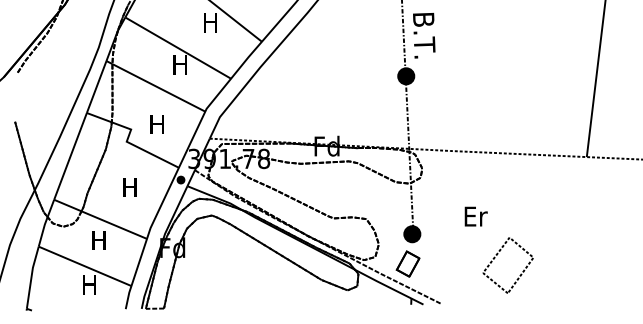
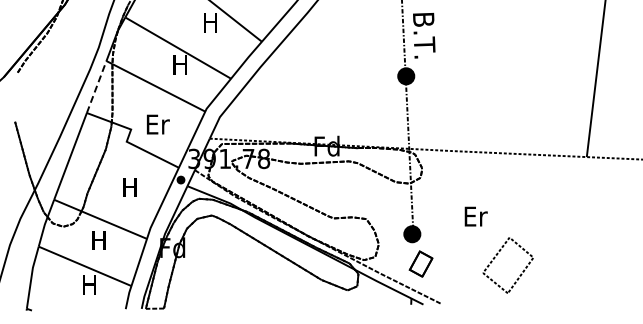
line at (96, 87): solid -> dashed
text at (157, 124): H -> Er
part at (407, 263) position: (407, 263) -> (420, 263)
